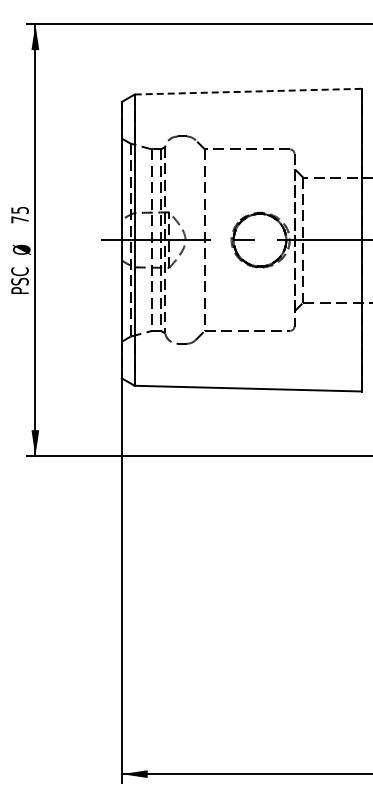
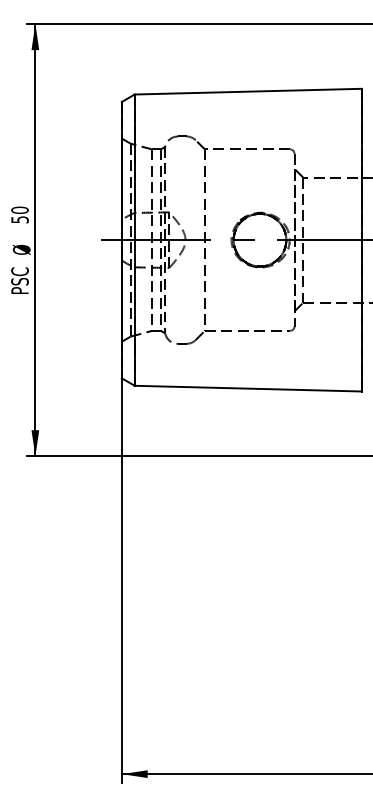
line at (248, 91): dashed -> solid
text at (19, 214): 75 -> 50
